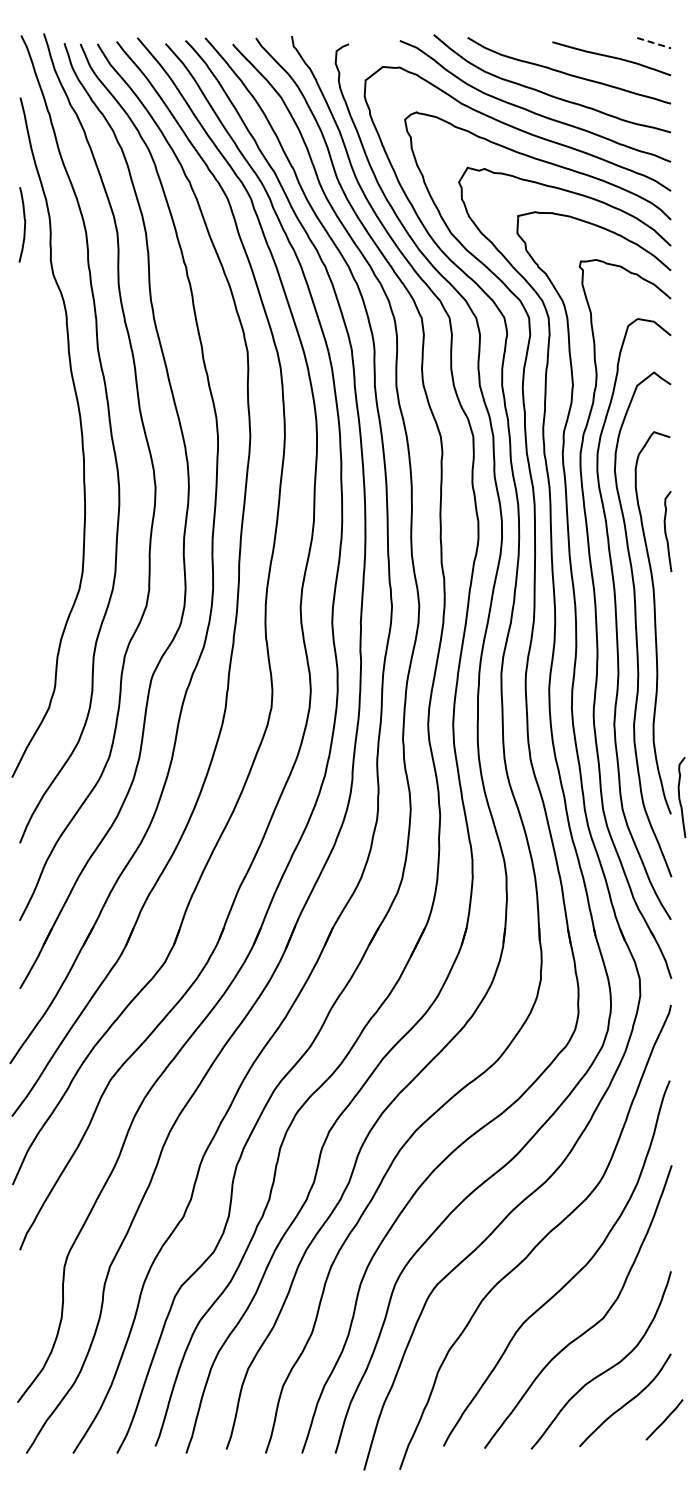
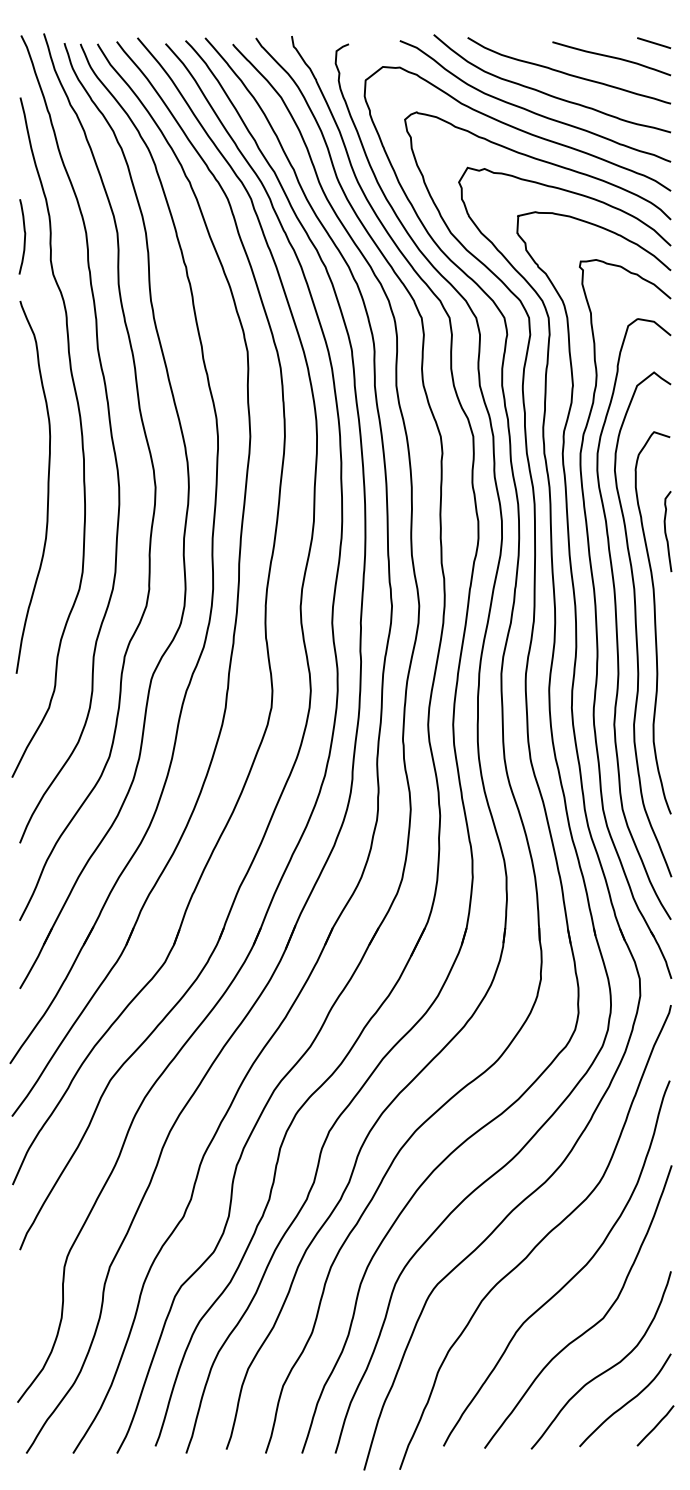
line at (655, 43): dashed -> solid
curve at (24, 224) position: (24, 224) -> (24, 236)
curve at (47, 486): none -> present
curve at (680, 797): present -> none
line at (664, 1419) position: (664, 1419) -> (655, 1425)
